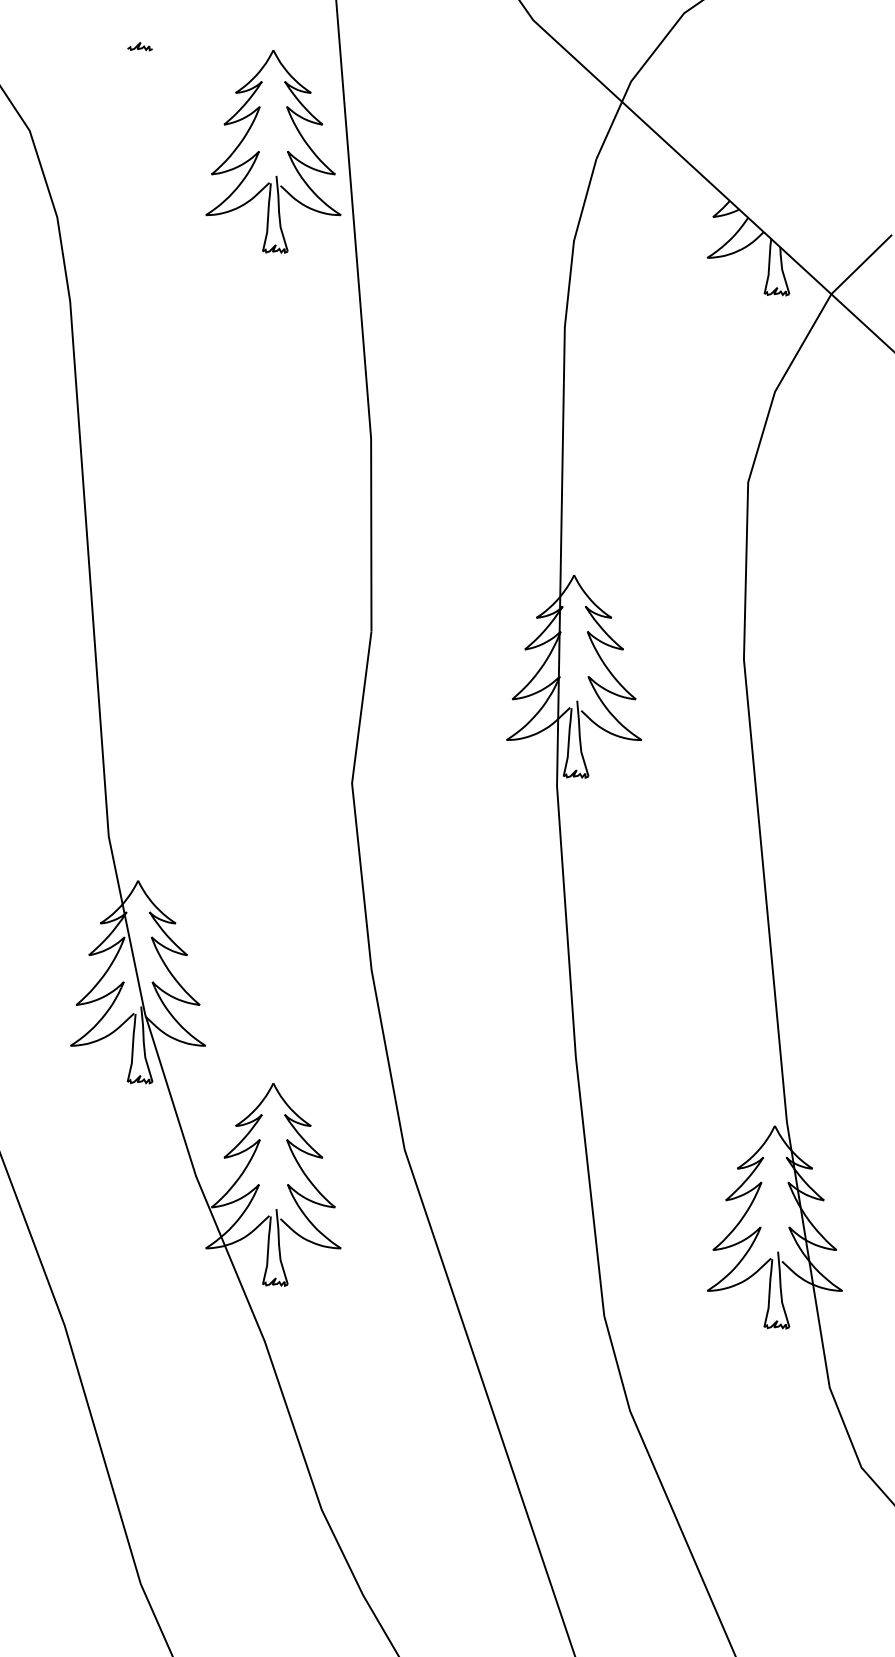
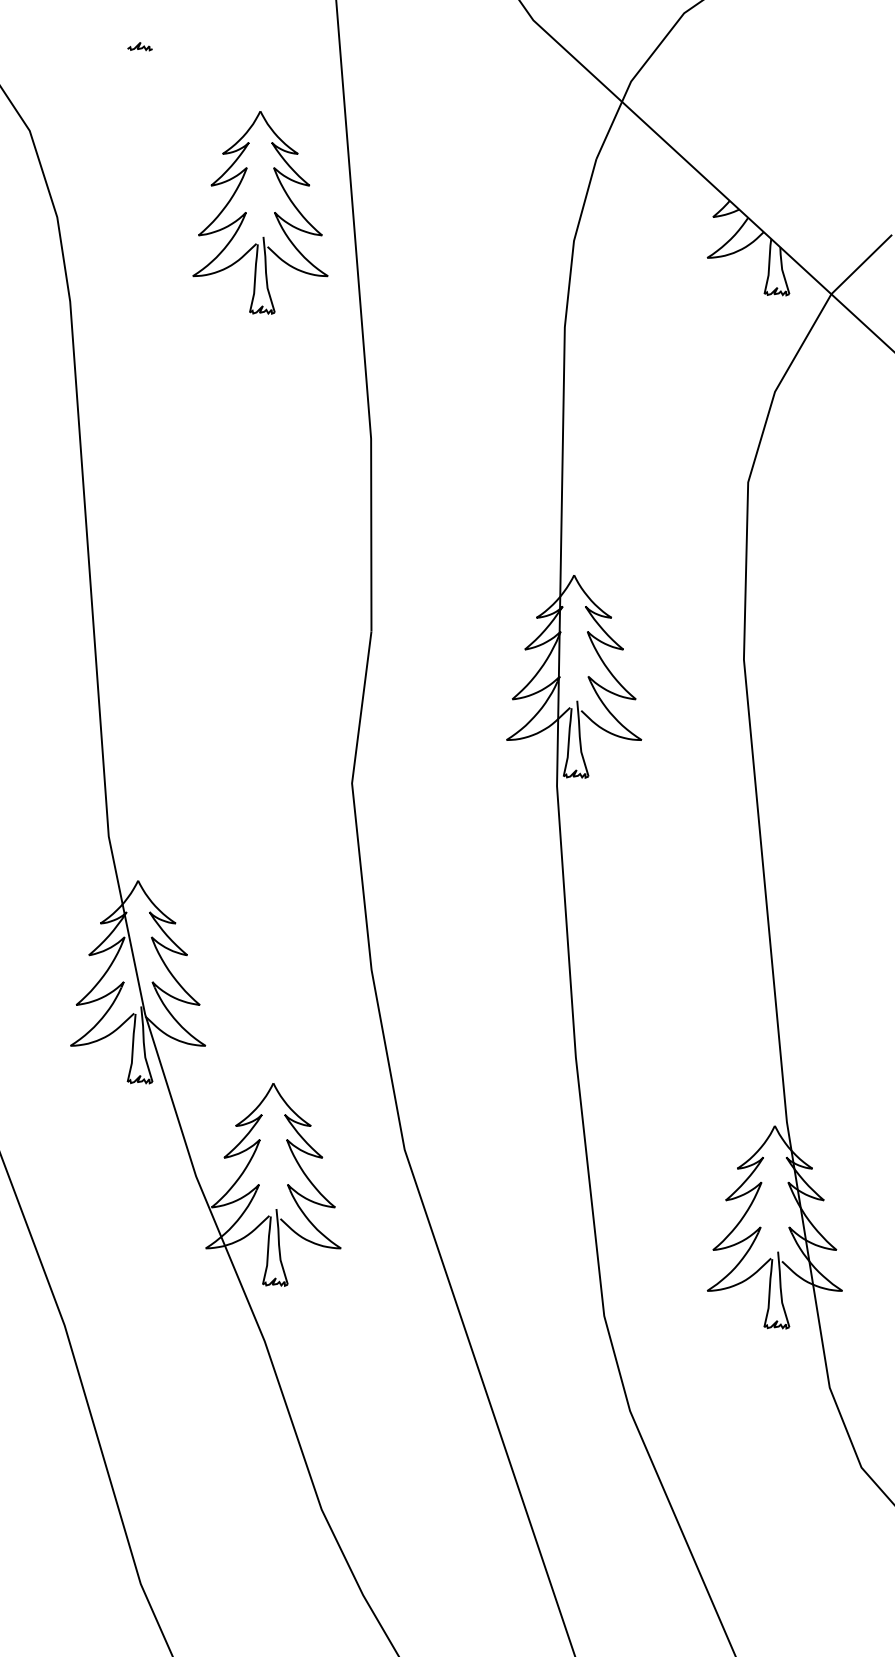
part at (259, 151) position: (259, 151) -> (246, 212)
